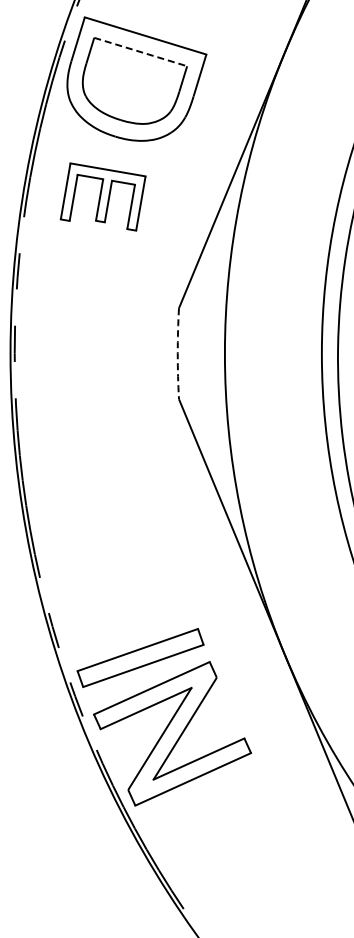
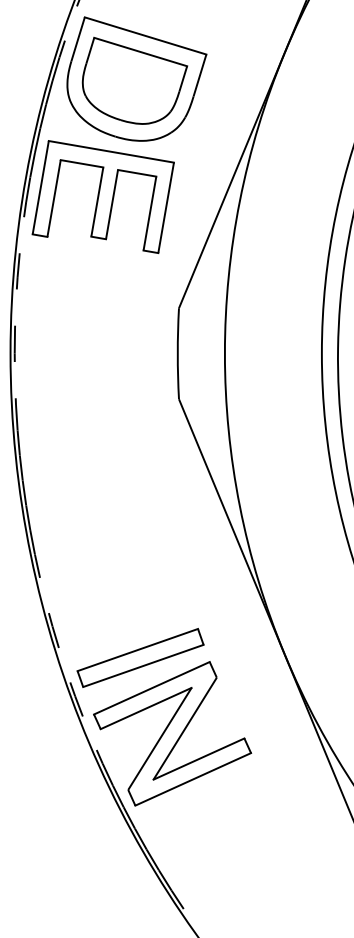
line at (140, 52): dashed -> solid
part at (102, 196) size: 88x70 px -> 144x114 px
arc at (177, 353): dashed -> solid
